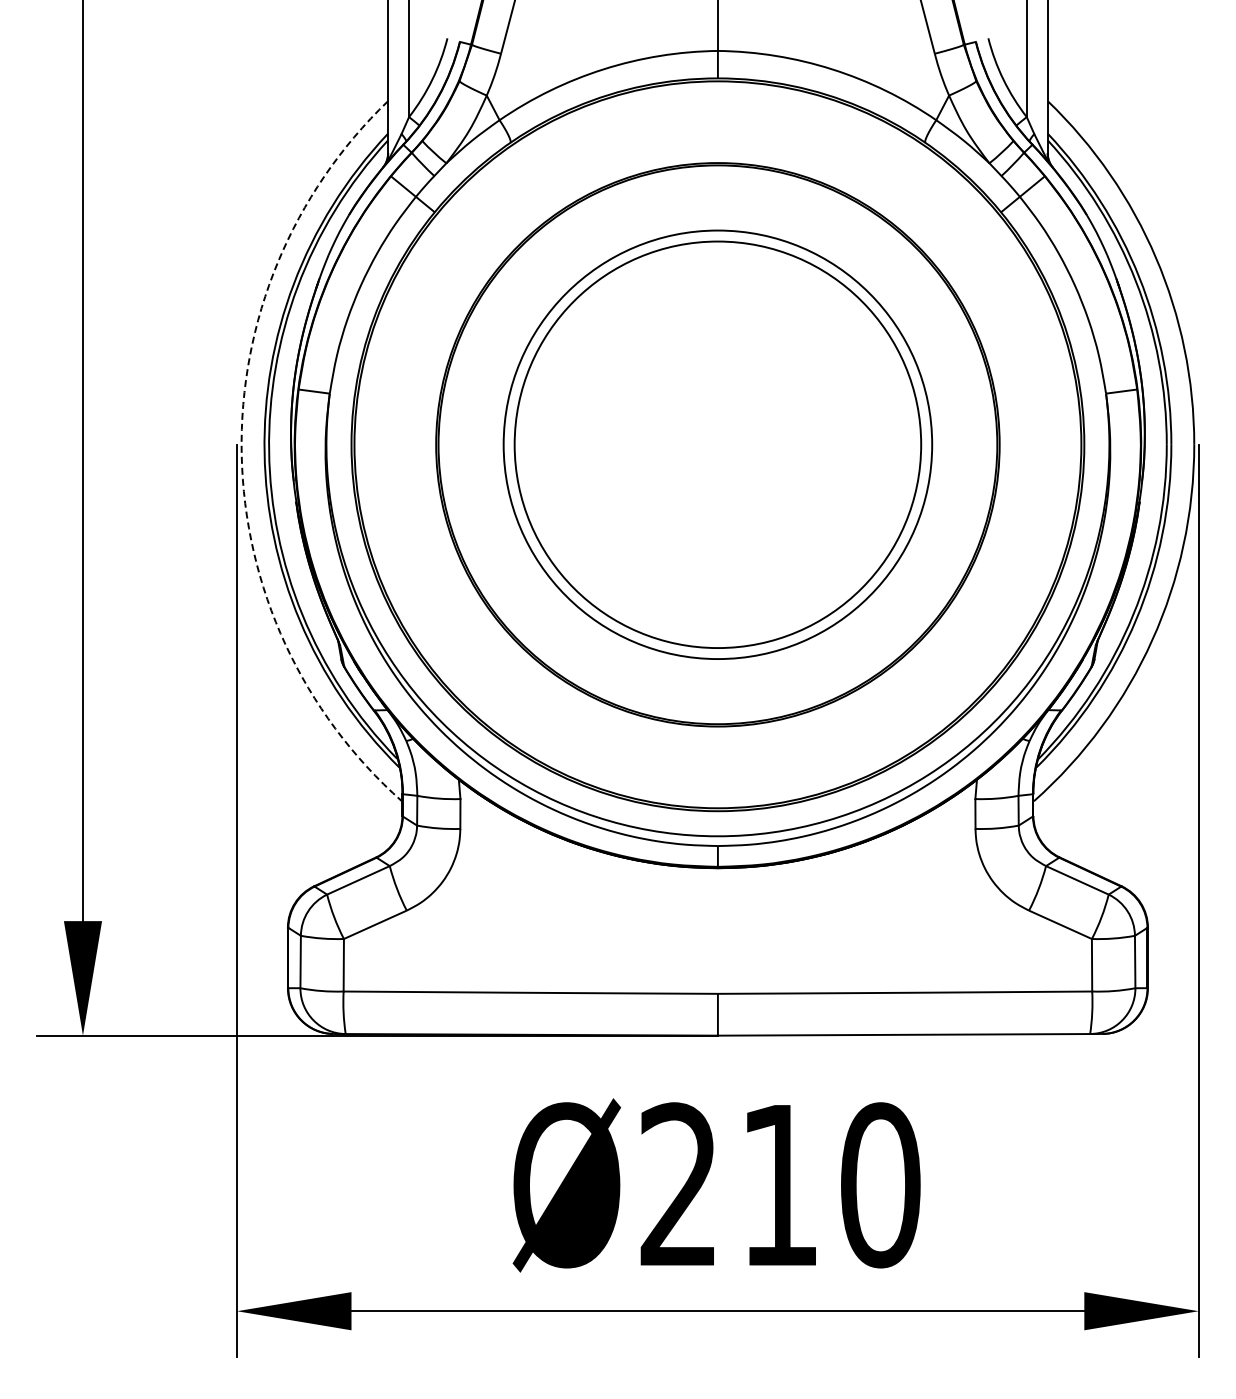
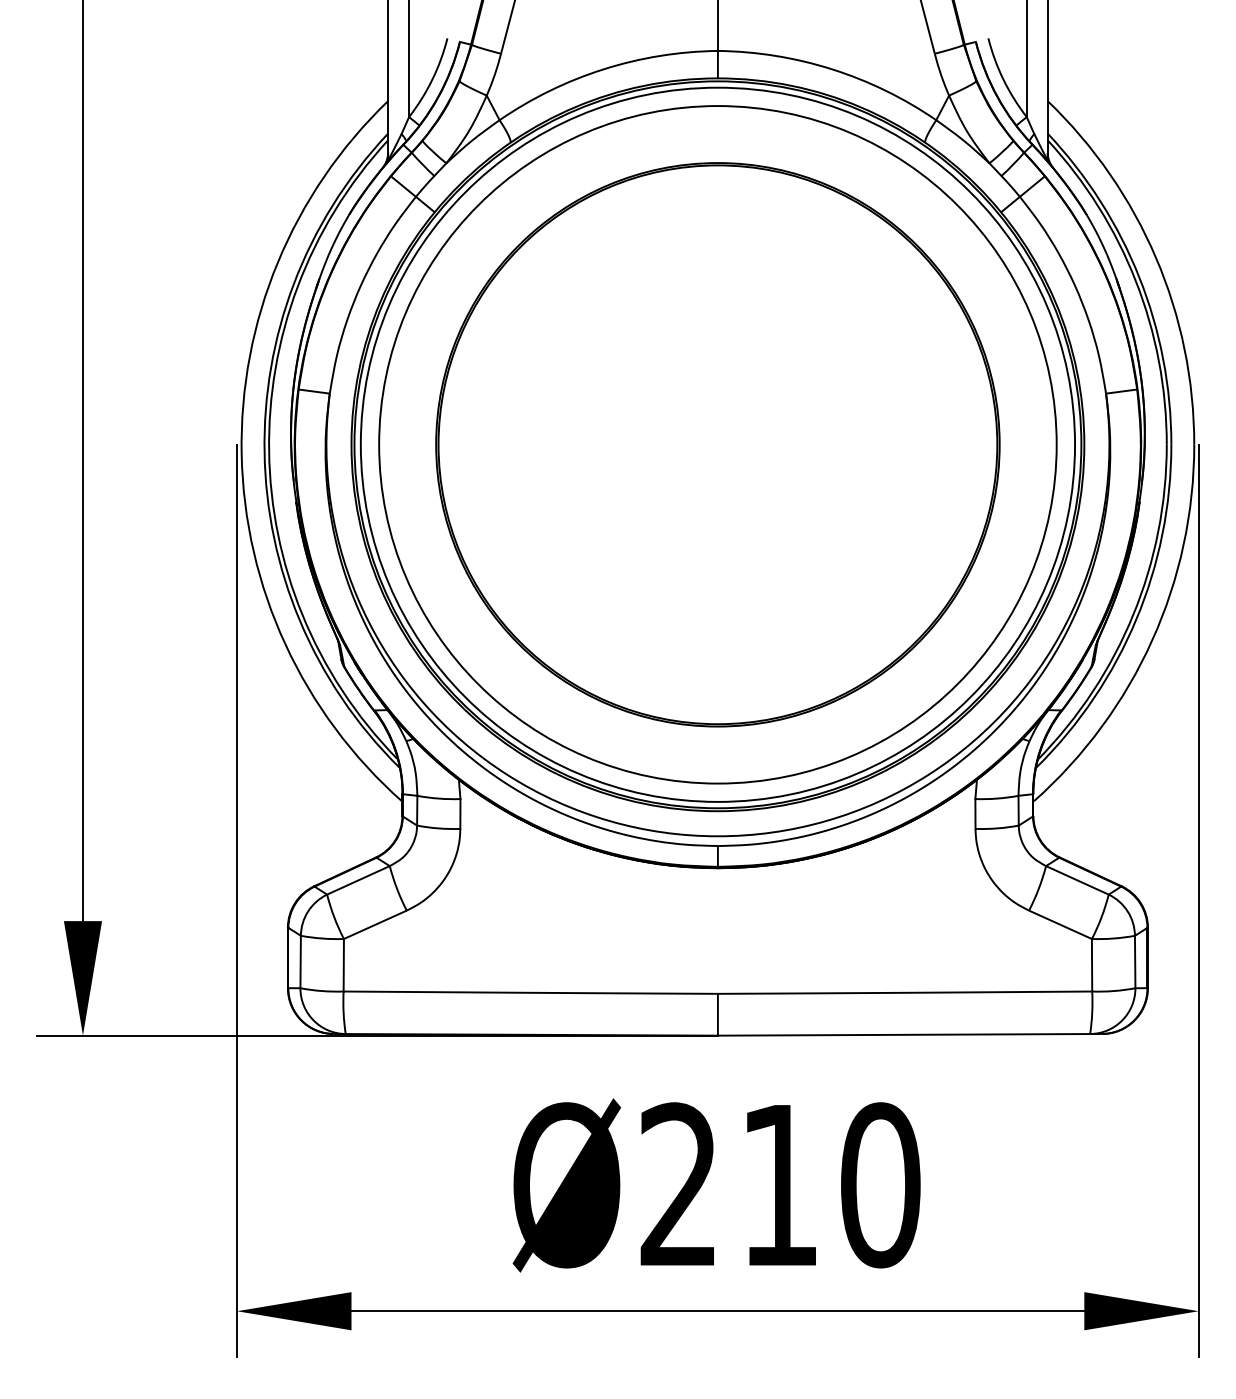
circle at (717, 444) diameter: 407 px -> 678 px
circle at (717, 444) diameter: 429 px -> 714 px
arc at (241, 454): dashed -> solid
